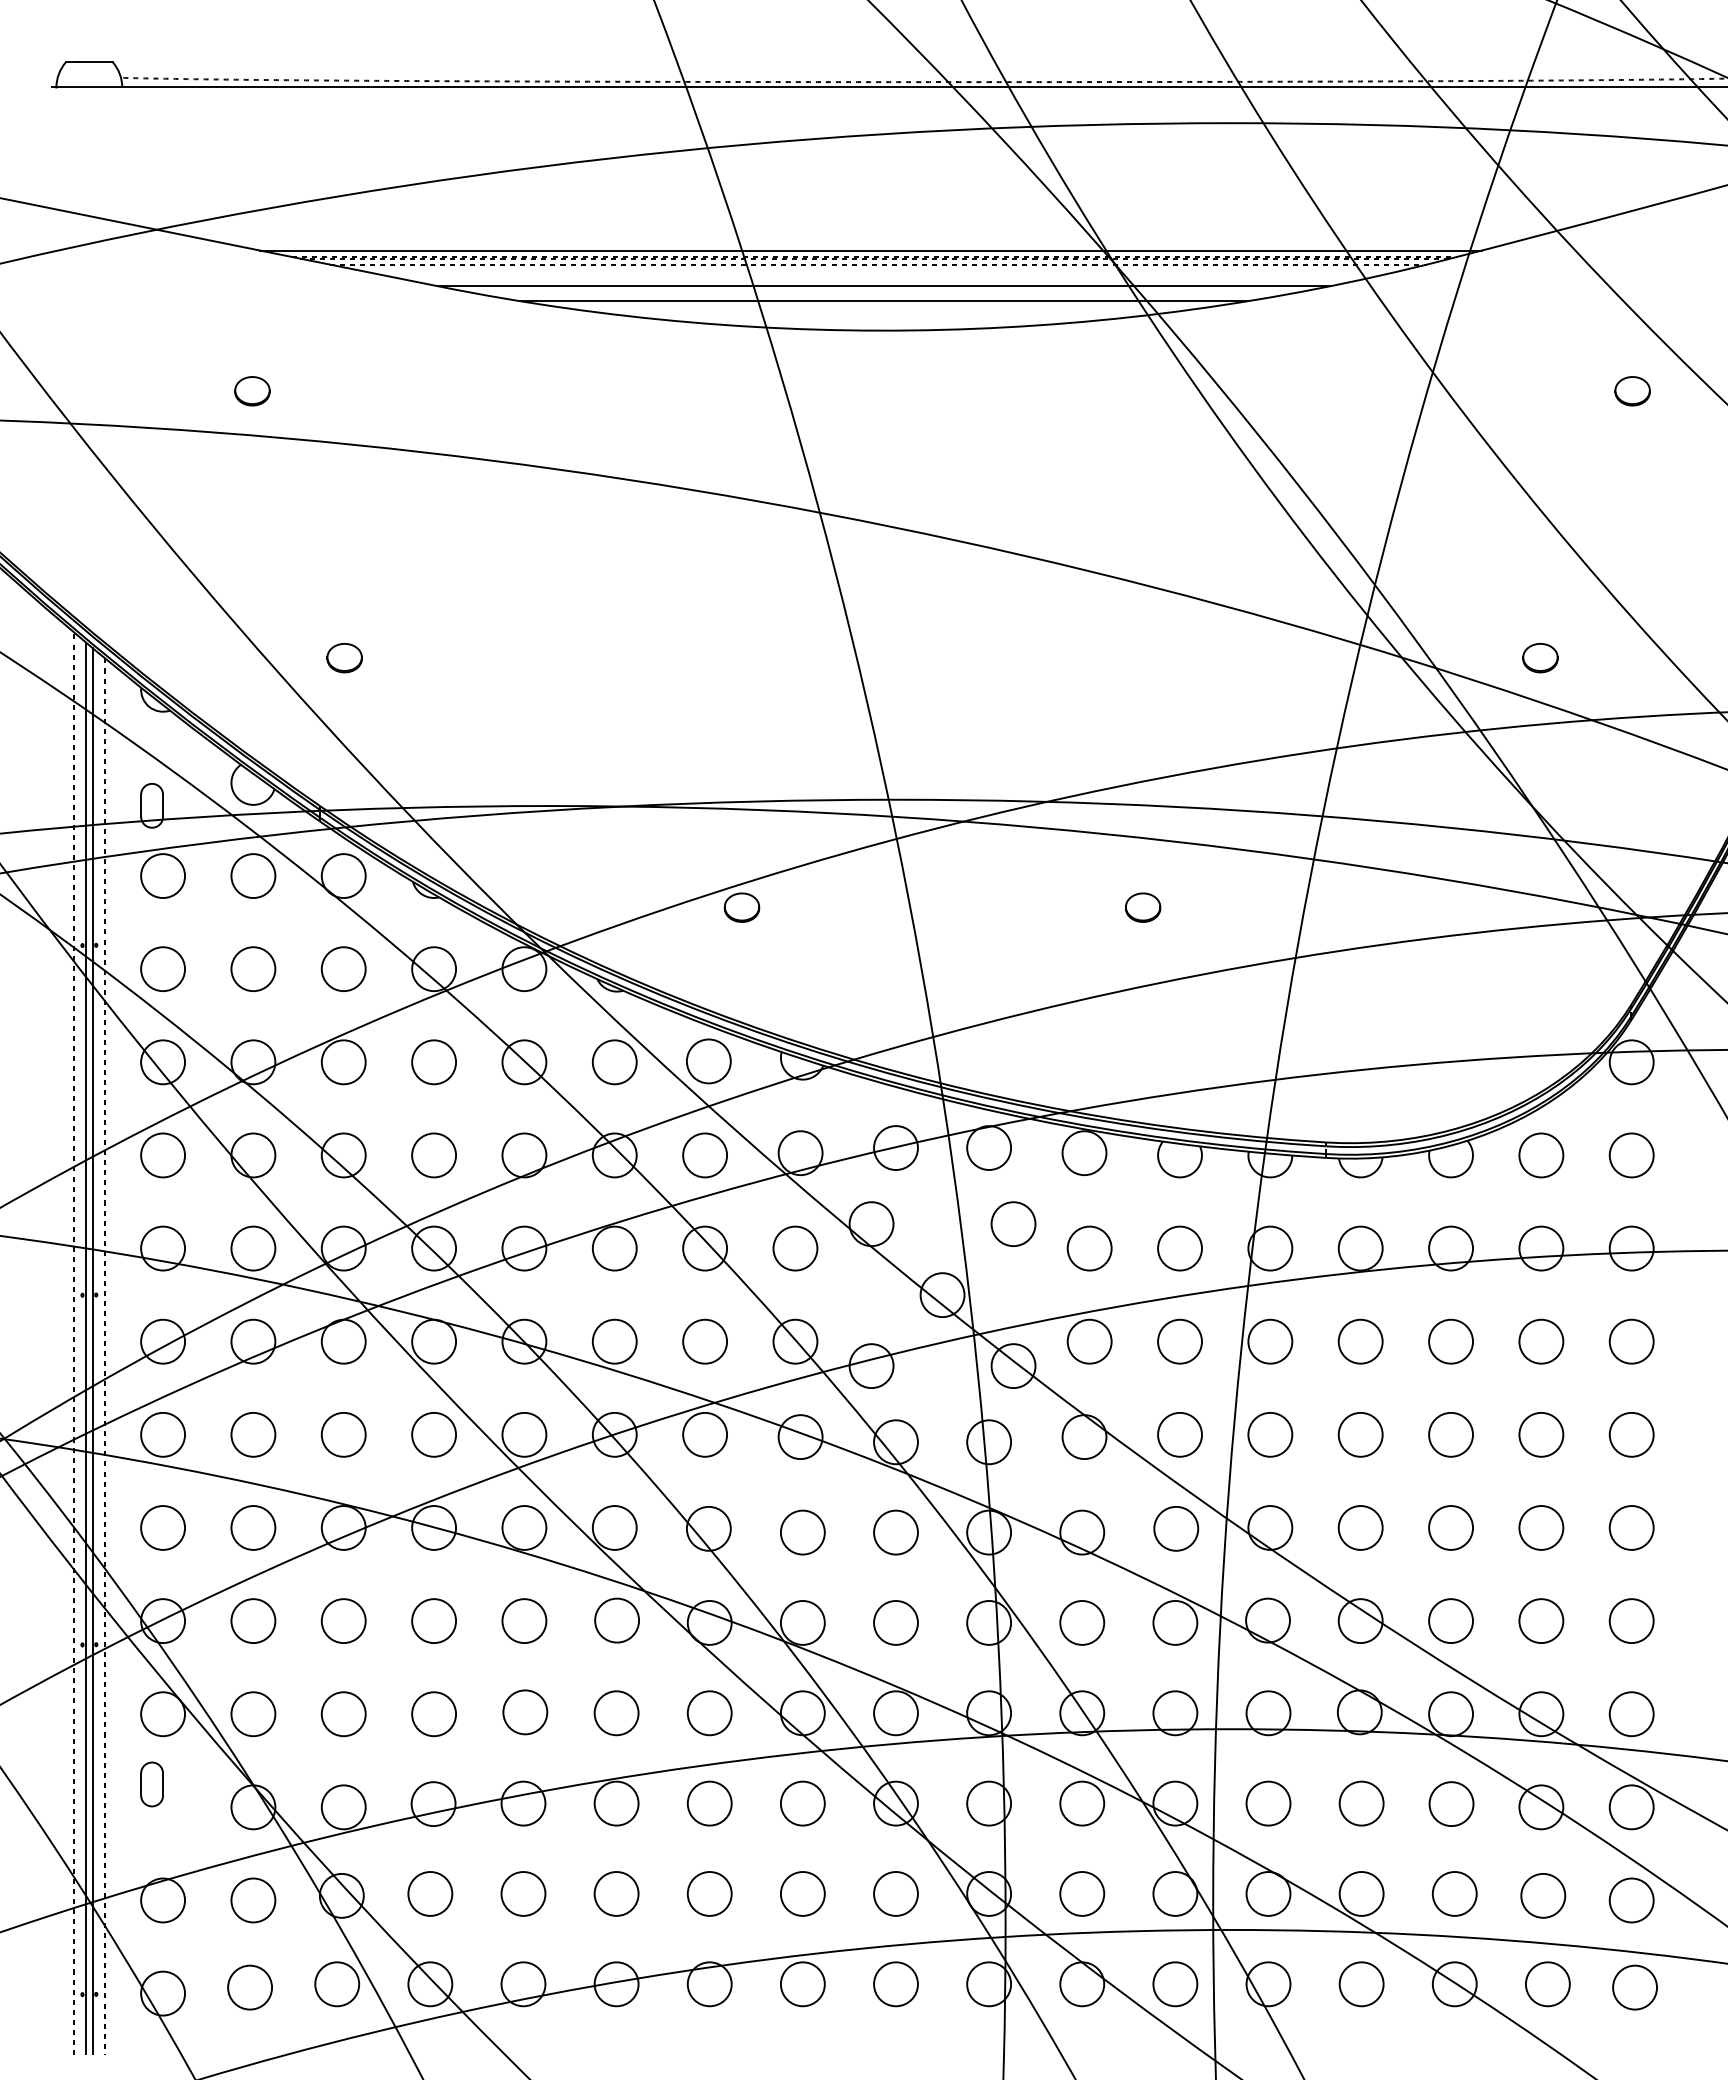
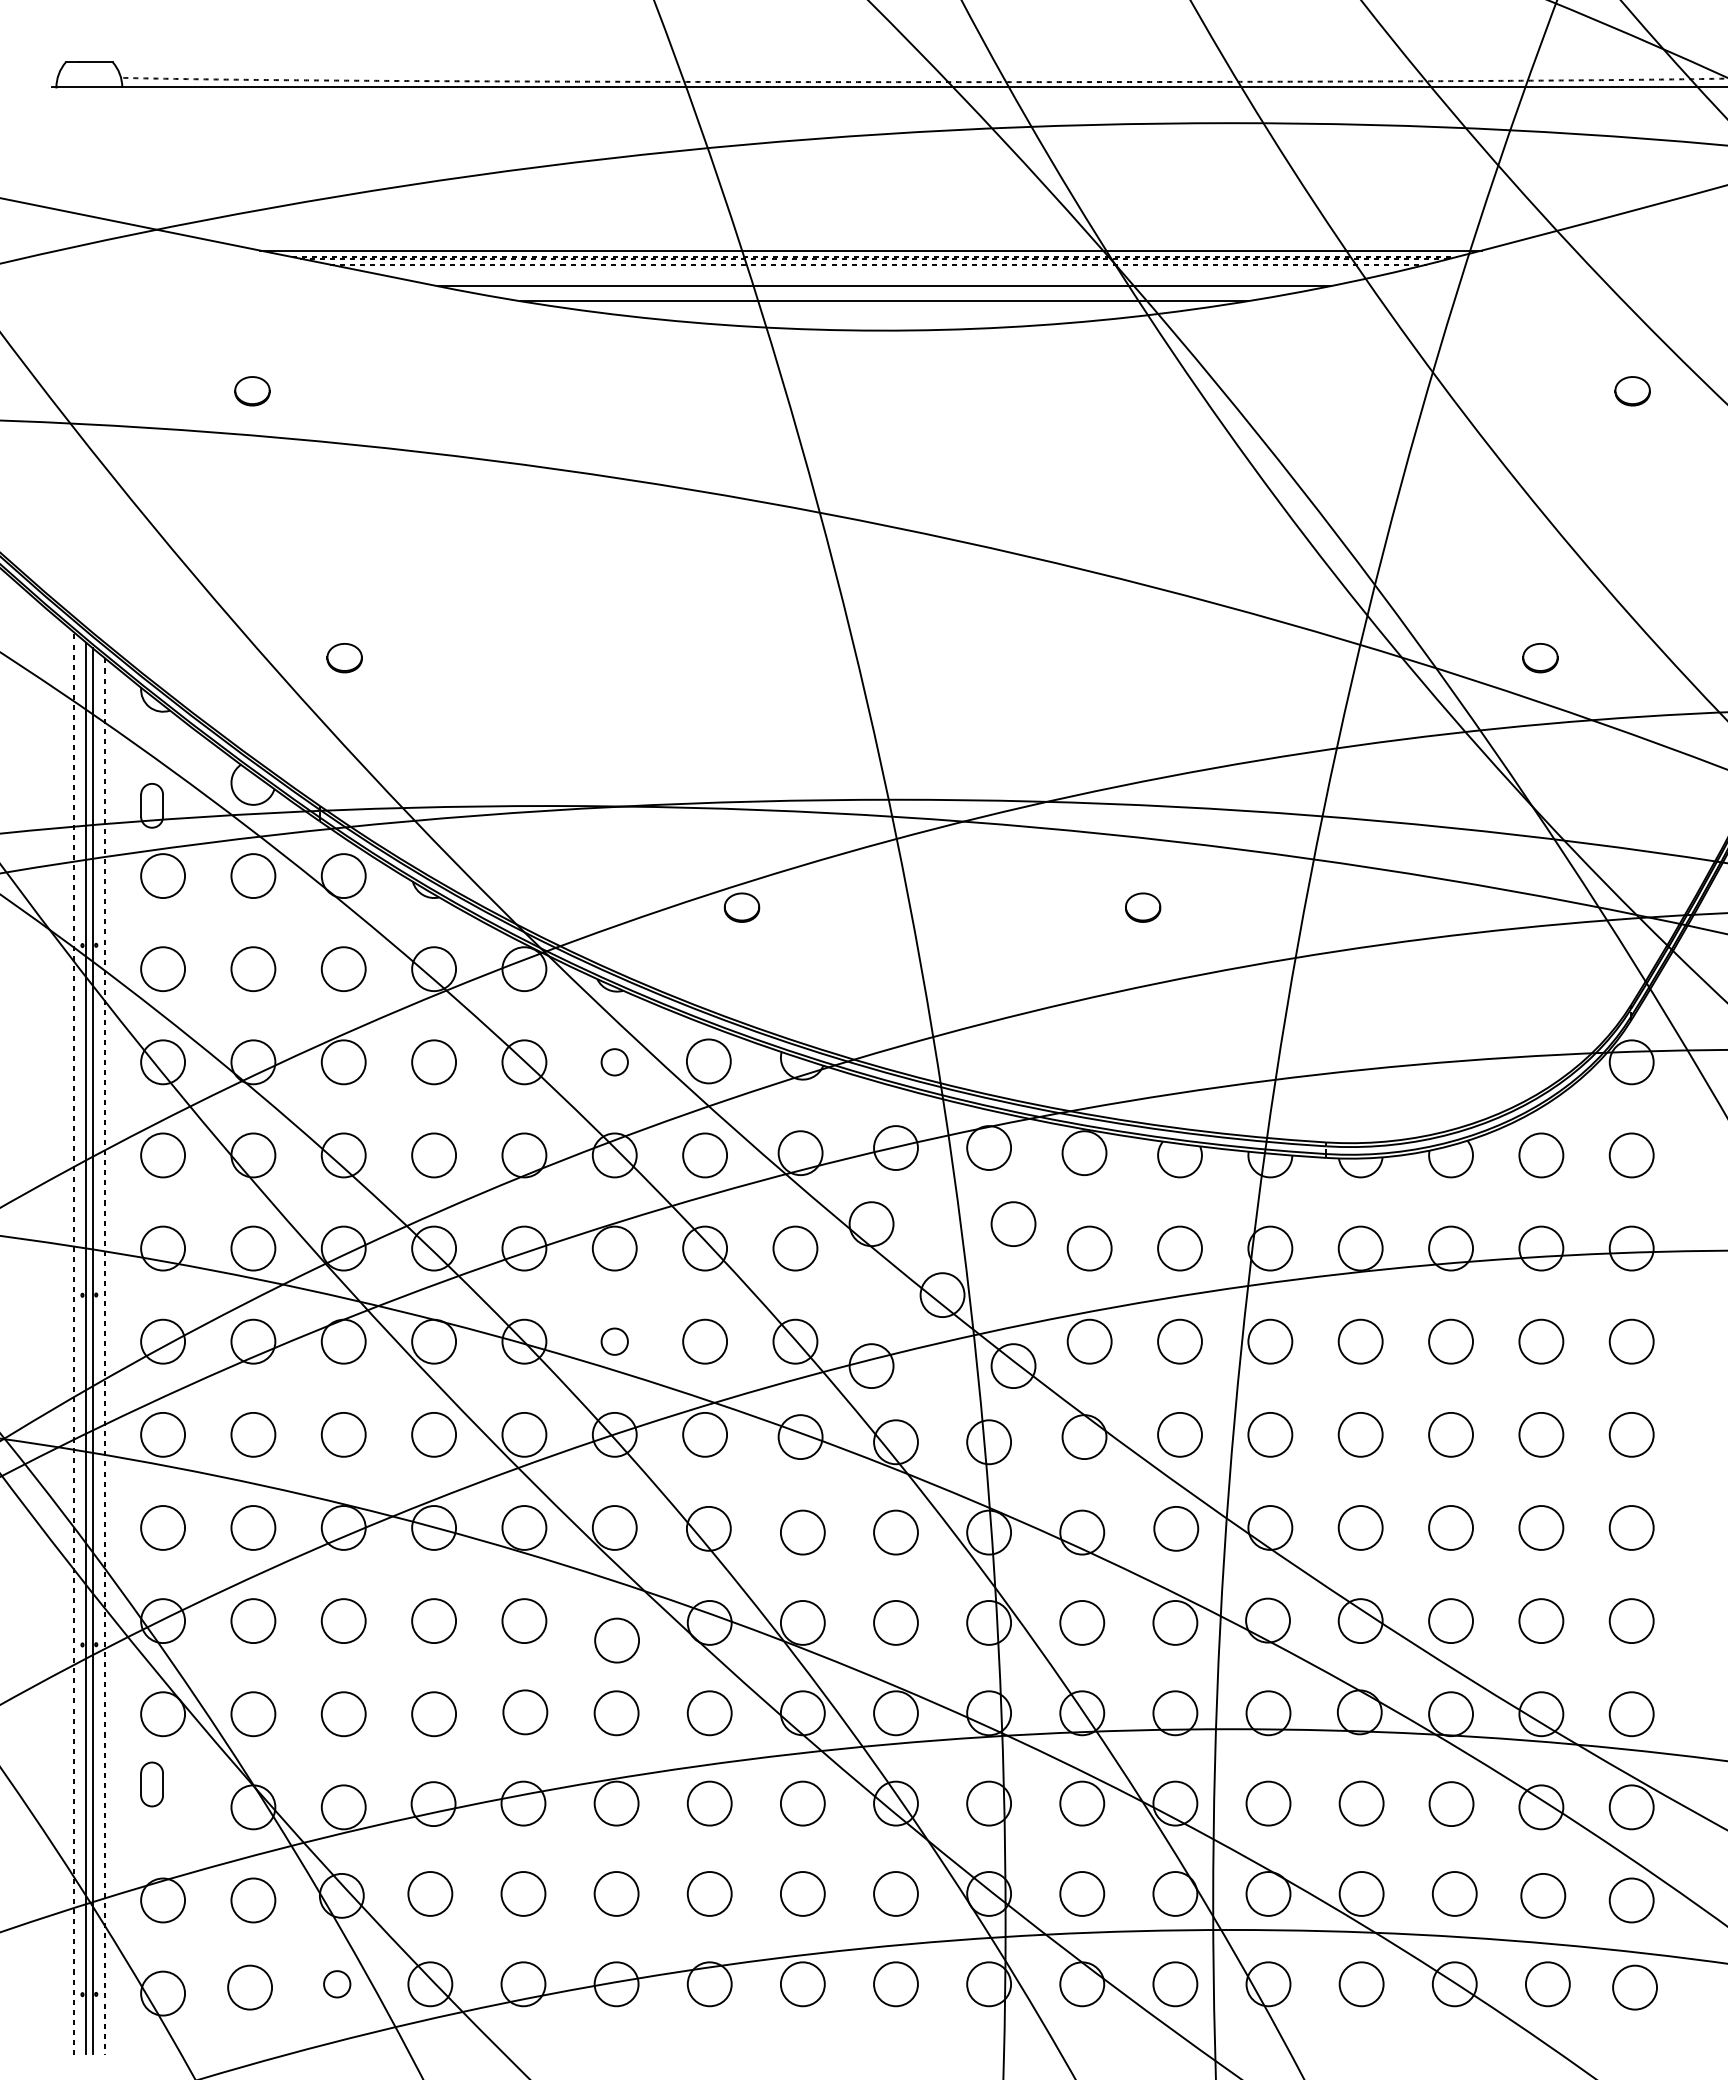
circle at (614, 1062) diameter: 44 px -> 26 px
circle at (614, 1341) diameter: 44 px -> 26 px
circle at (616, 1620) position: (616, 1620) -> (616, 1640)
circle at (337, 1984) diameter: 44 px -> 26 px
